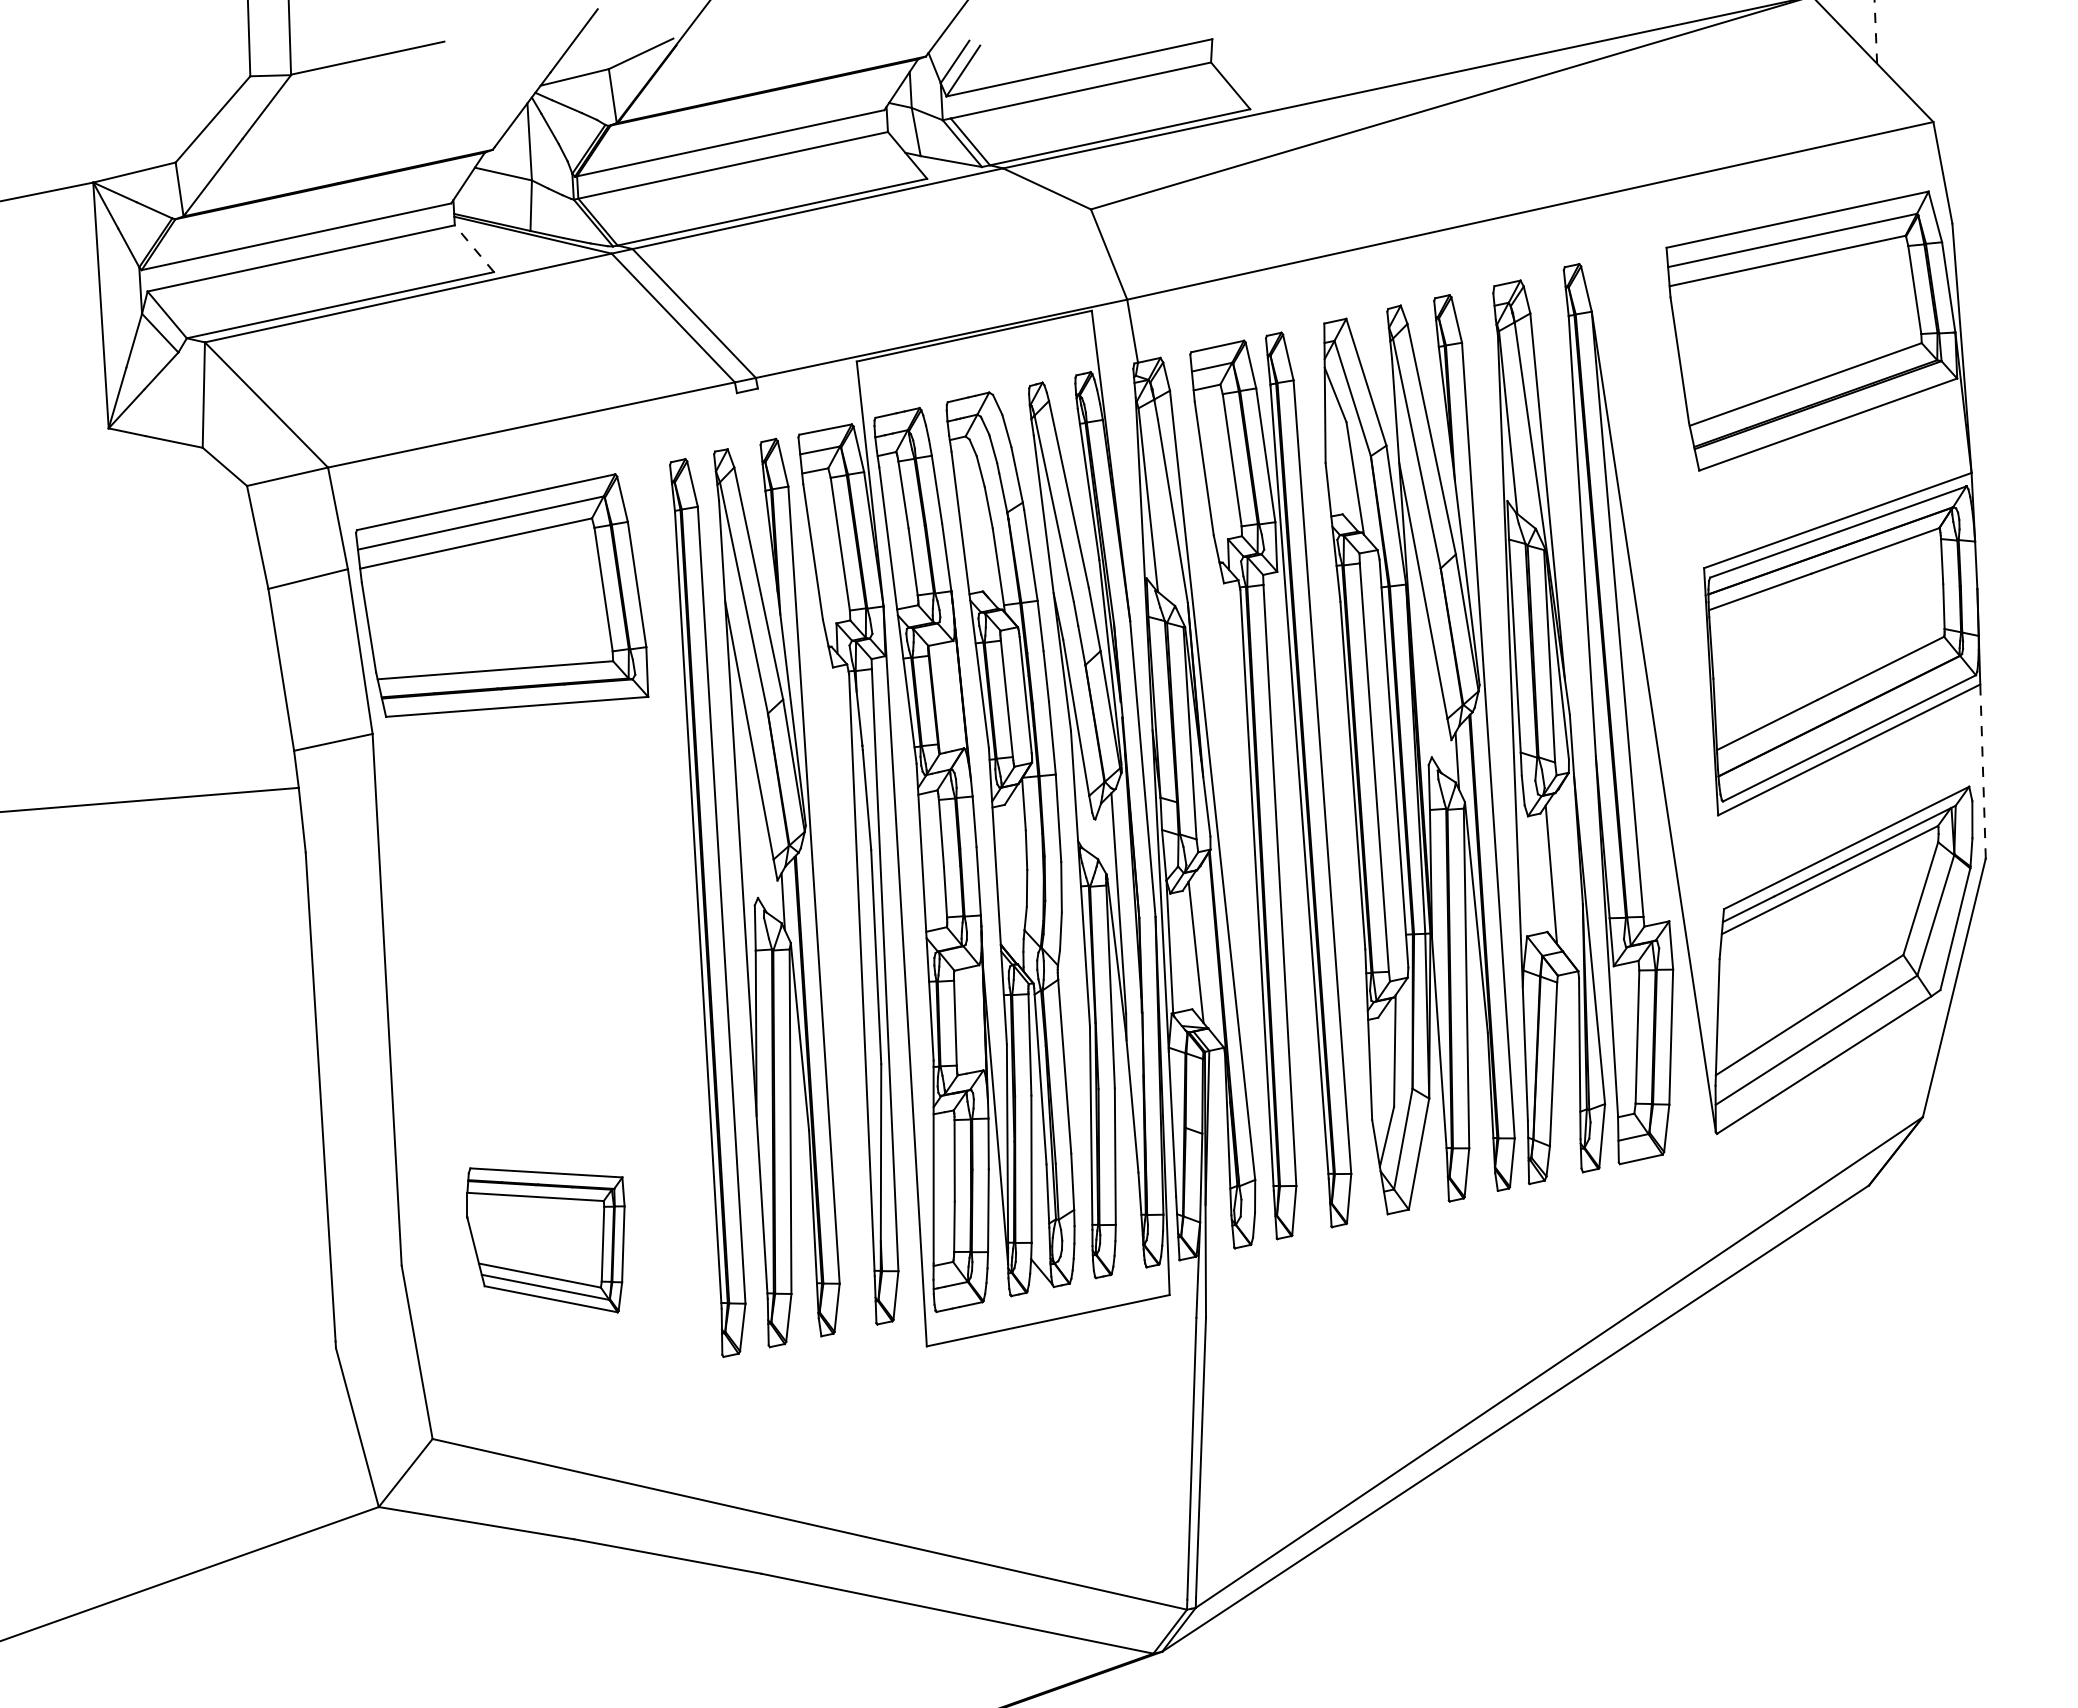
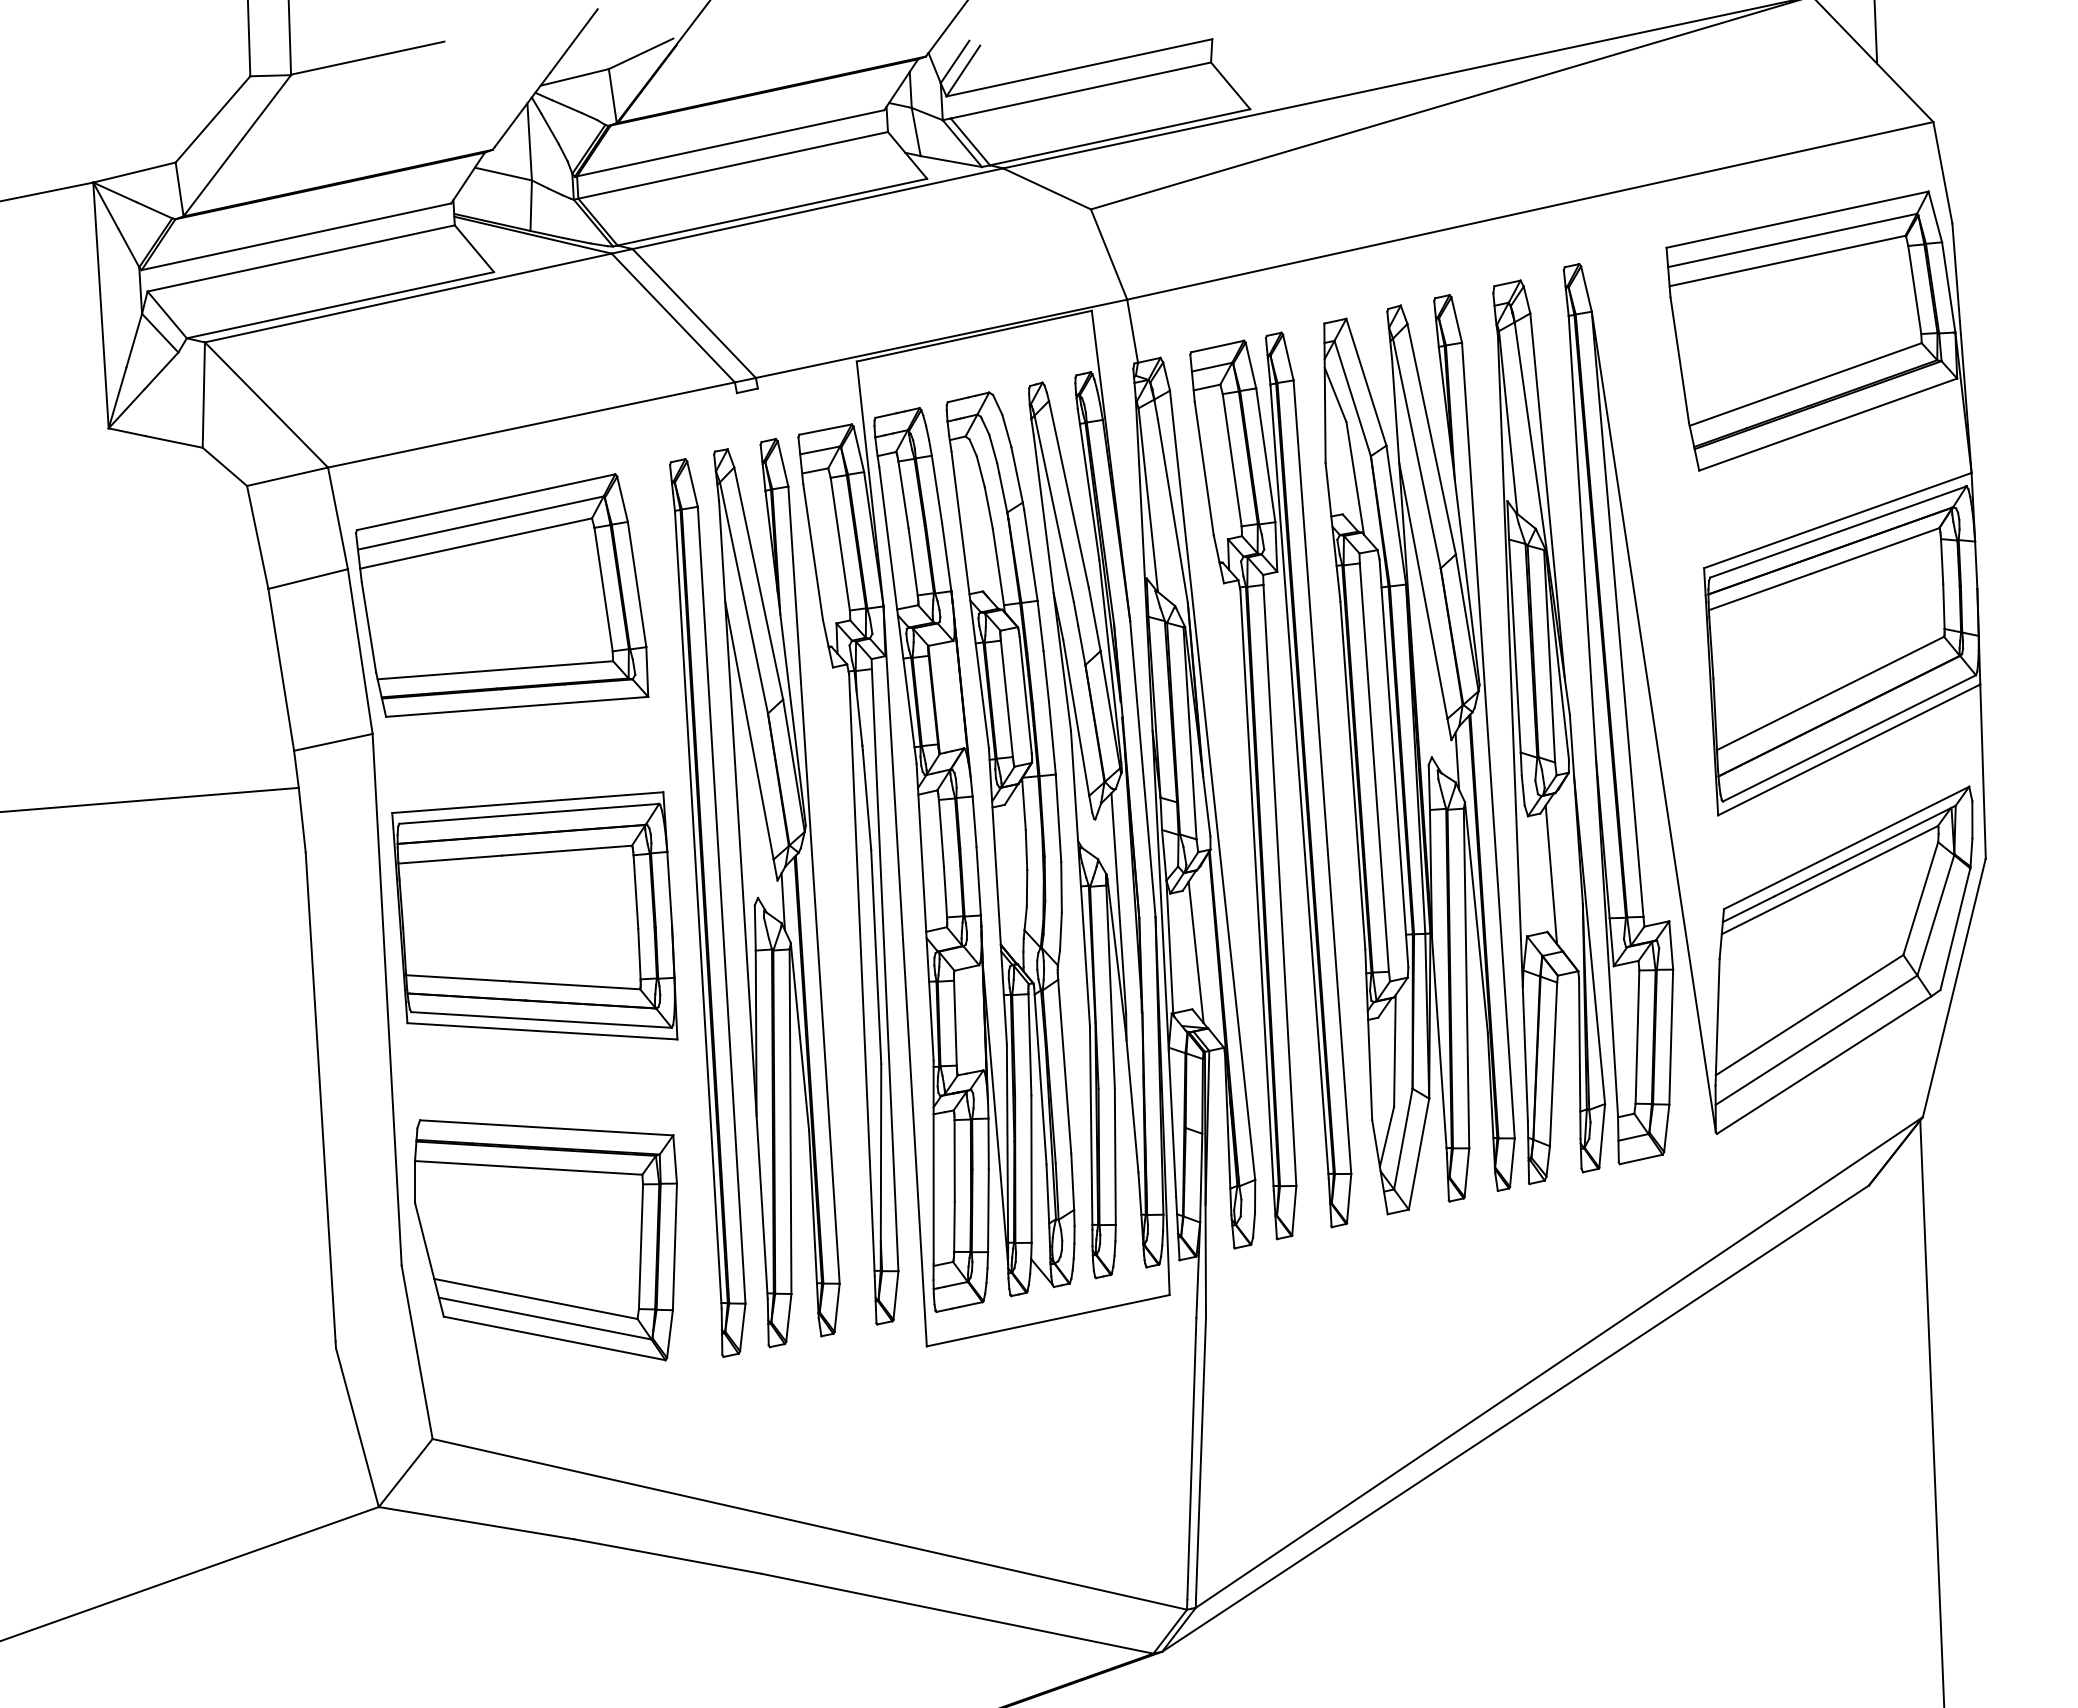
line at (1875, 31): dashed -> solid
line at (474, 248): dashed -> solid
line at (1983, 770): dashed -> solid
part at (534, 915): none -> present
part at (545, 1240) size: 160x147 px -> 264x243 px
line at (1932, 1412): none -> present
